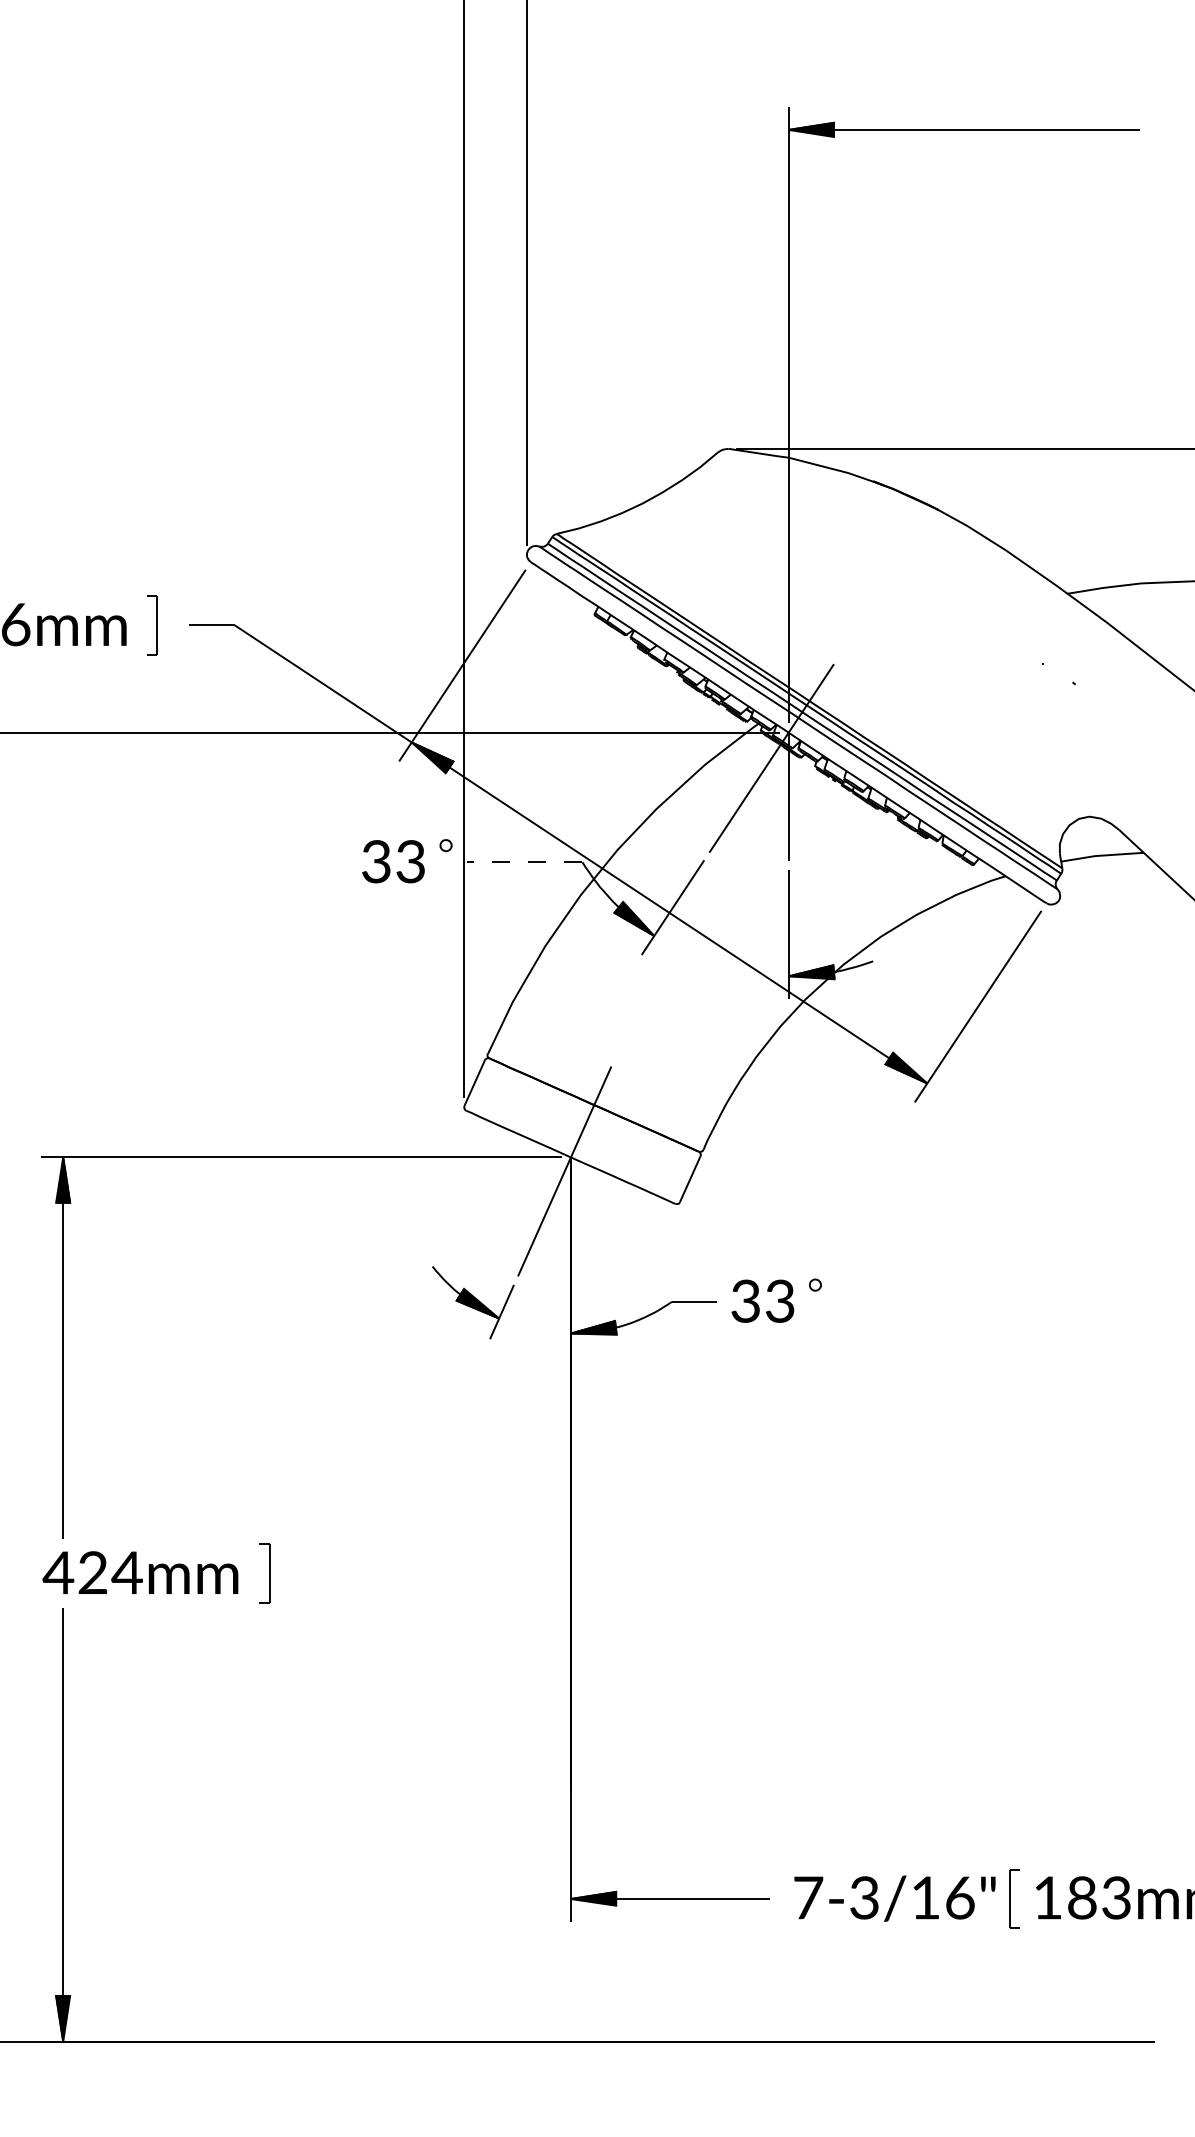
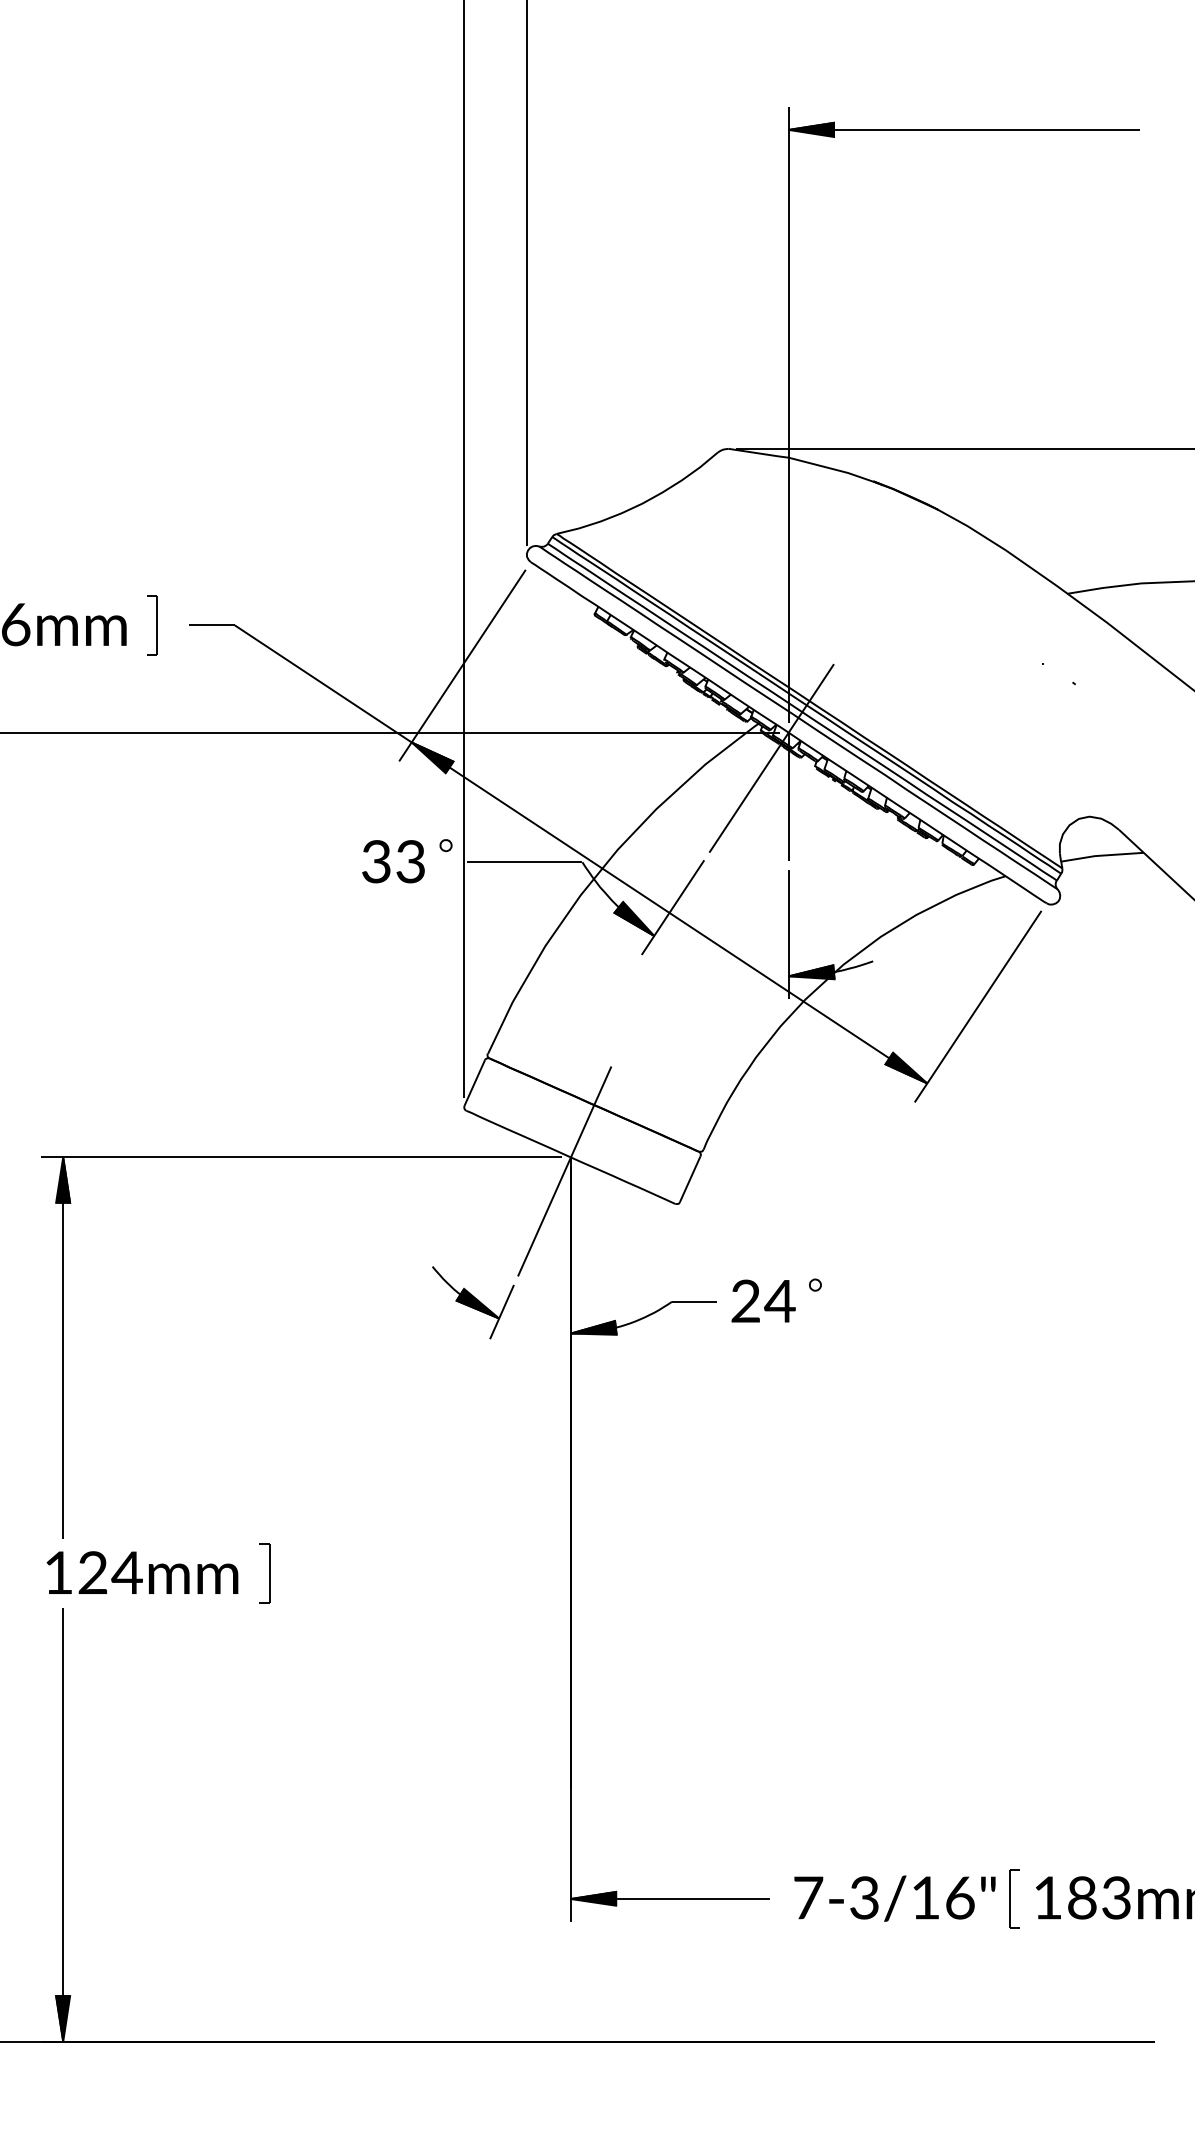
line at (524, 862): dashed -> solid
text at (763, 1300): 33 -> 24
text at (58, 1572): 424mm -> 124mm
